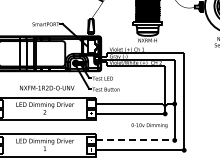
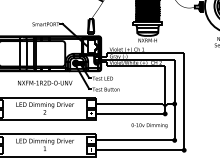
text at (47, 87) position: (47, 87) -> (45, 82)
line at (135, 140): dashed -> solid
